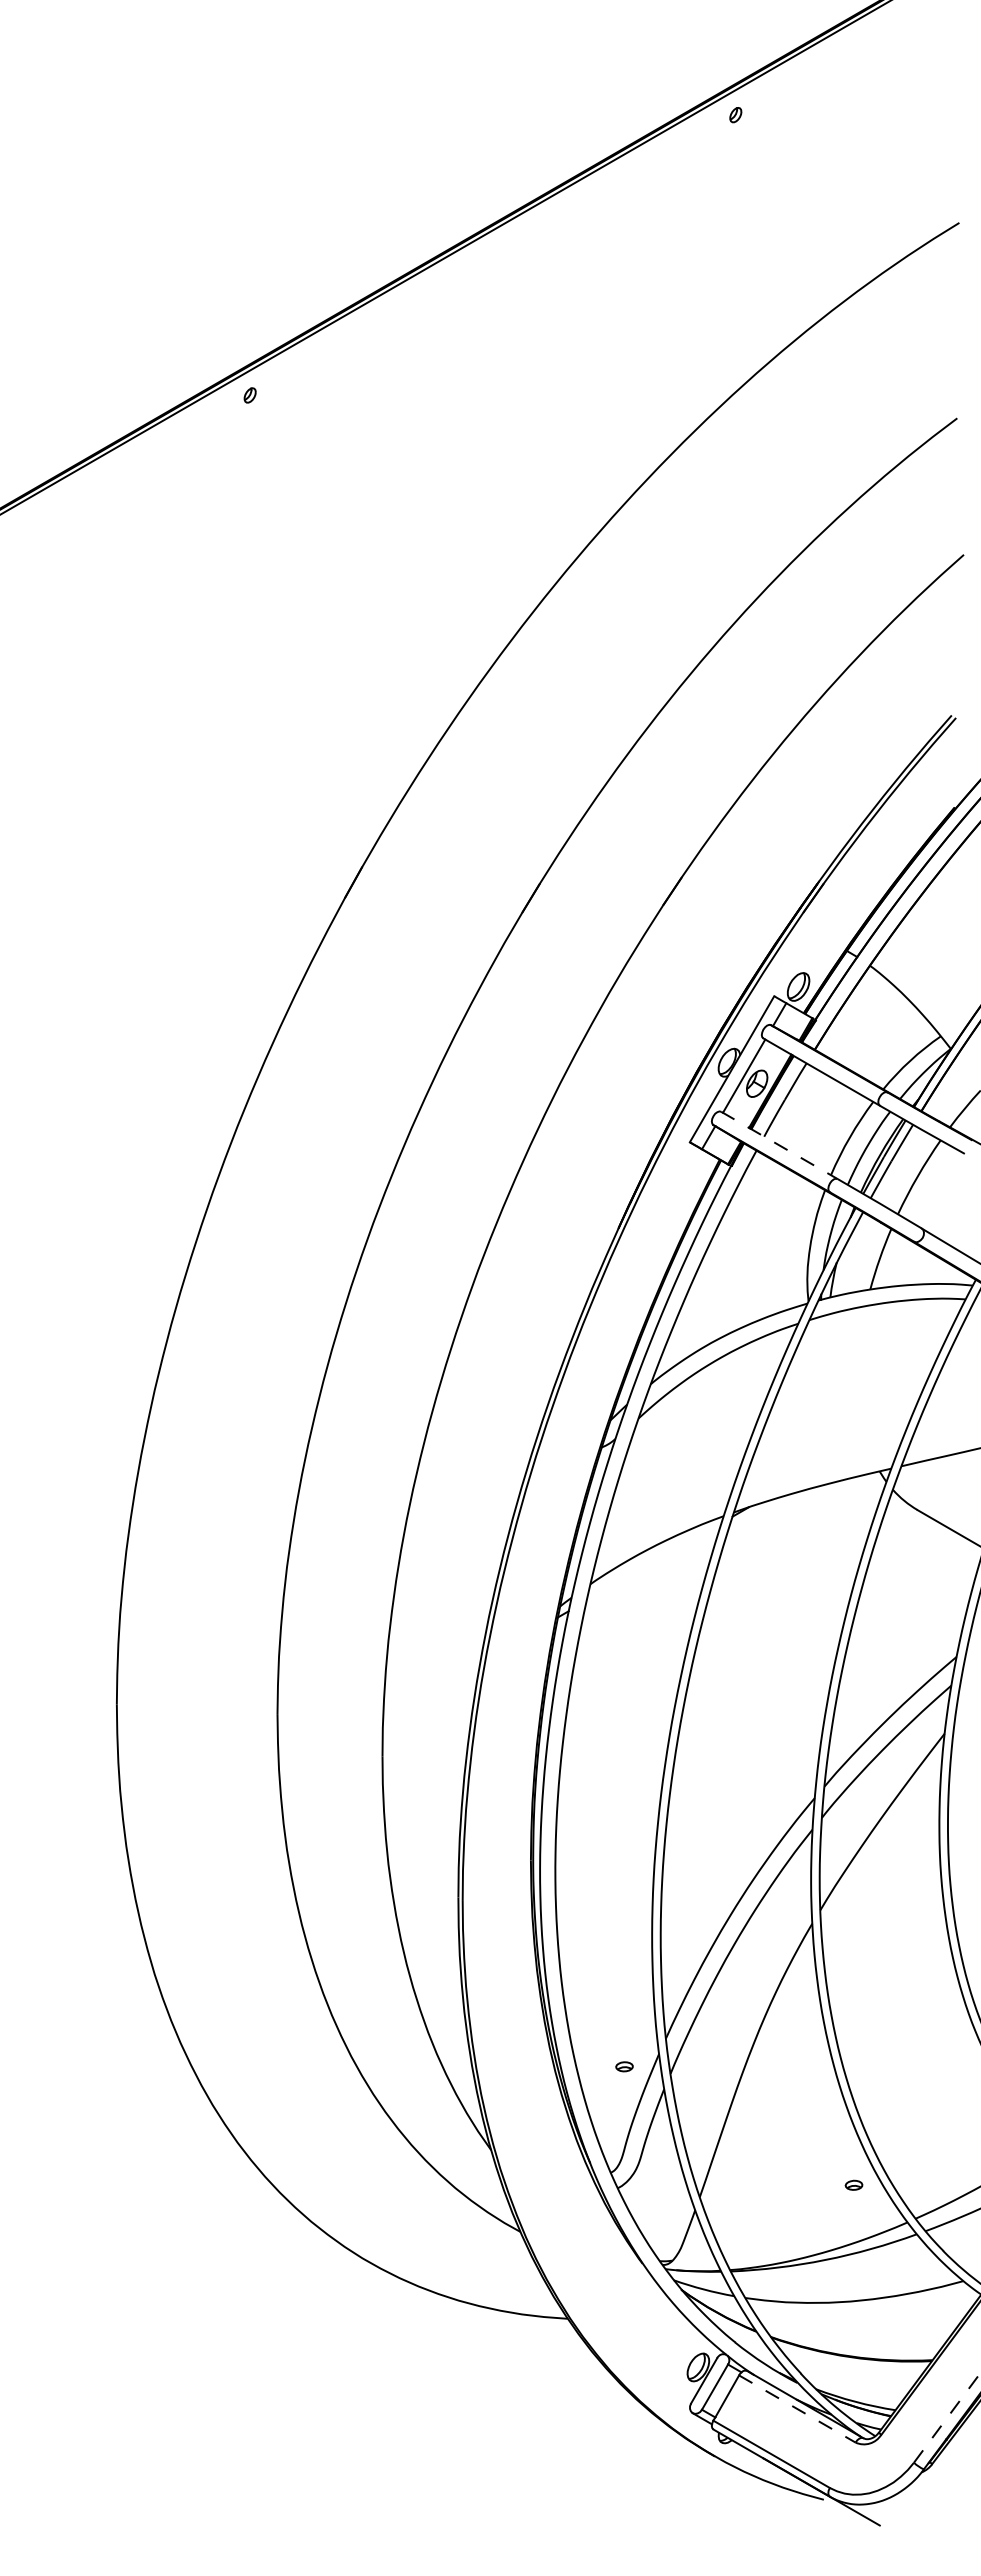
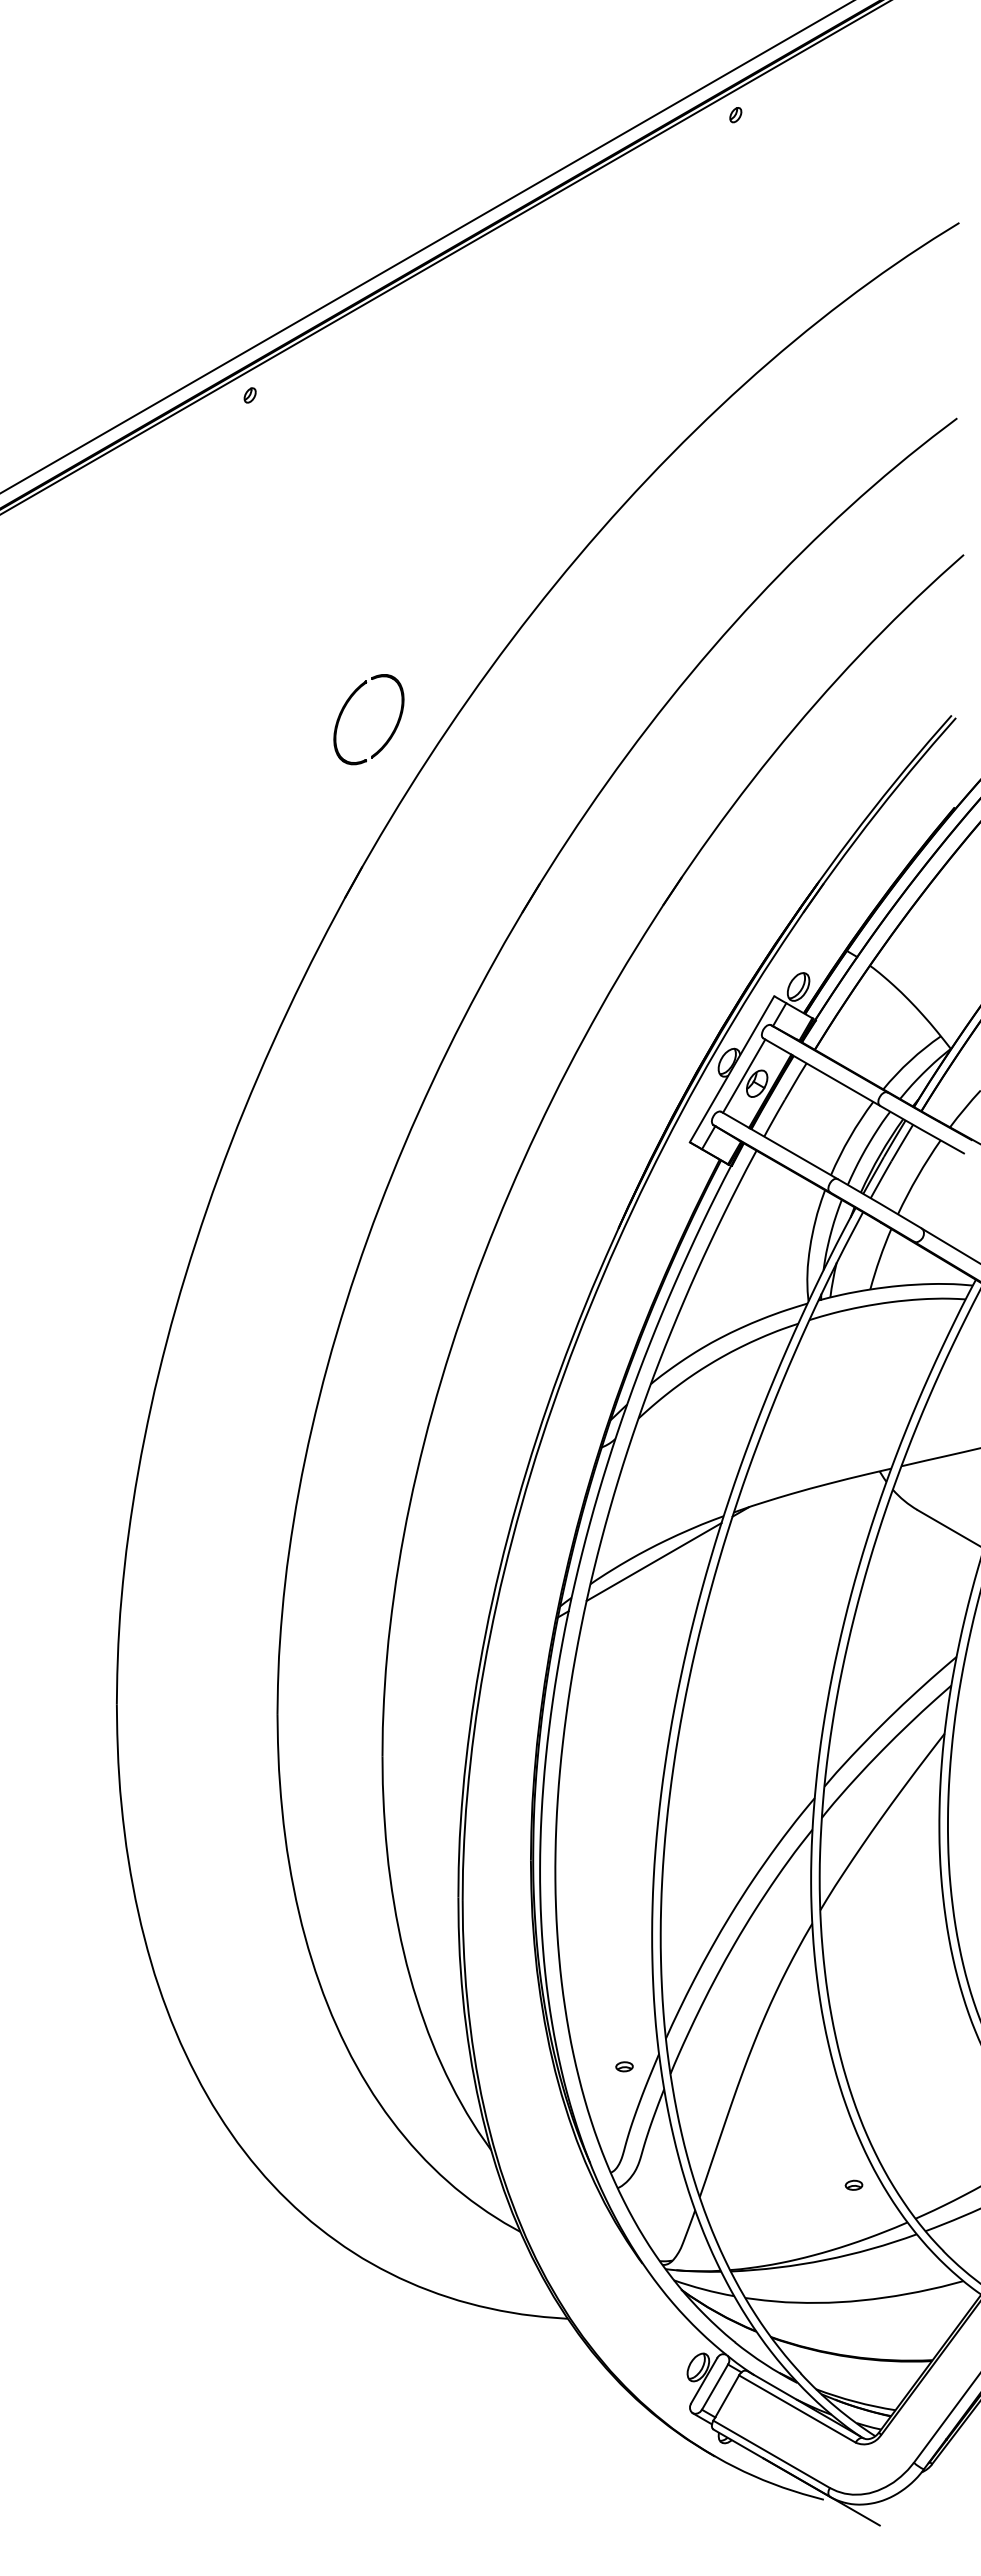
line at (426, 247): none -> present
part at (347, 704): none -> present
line at (779, 1145): dashed -> solid
line at (653, 1561): none -> present
line at (797, 2409): dashed -> solid
line at (947, 2417): dashed -> solid
